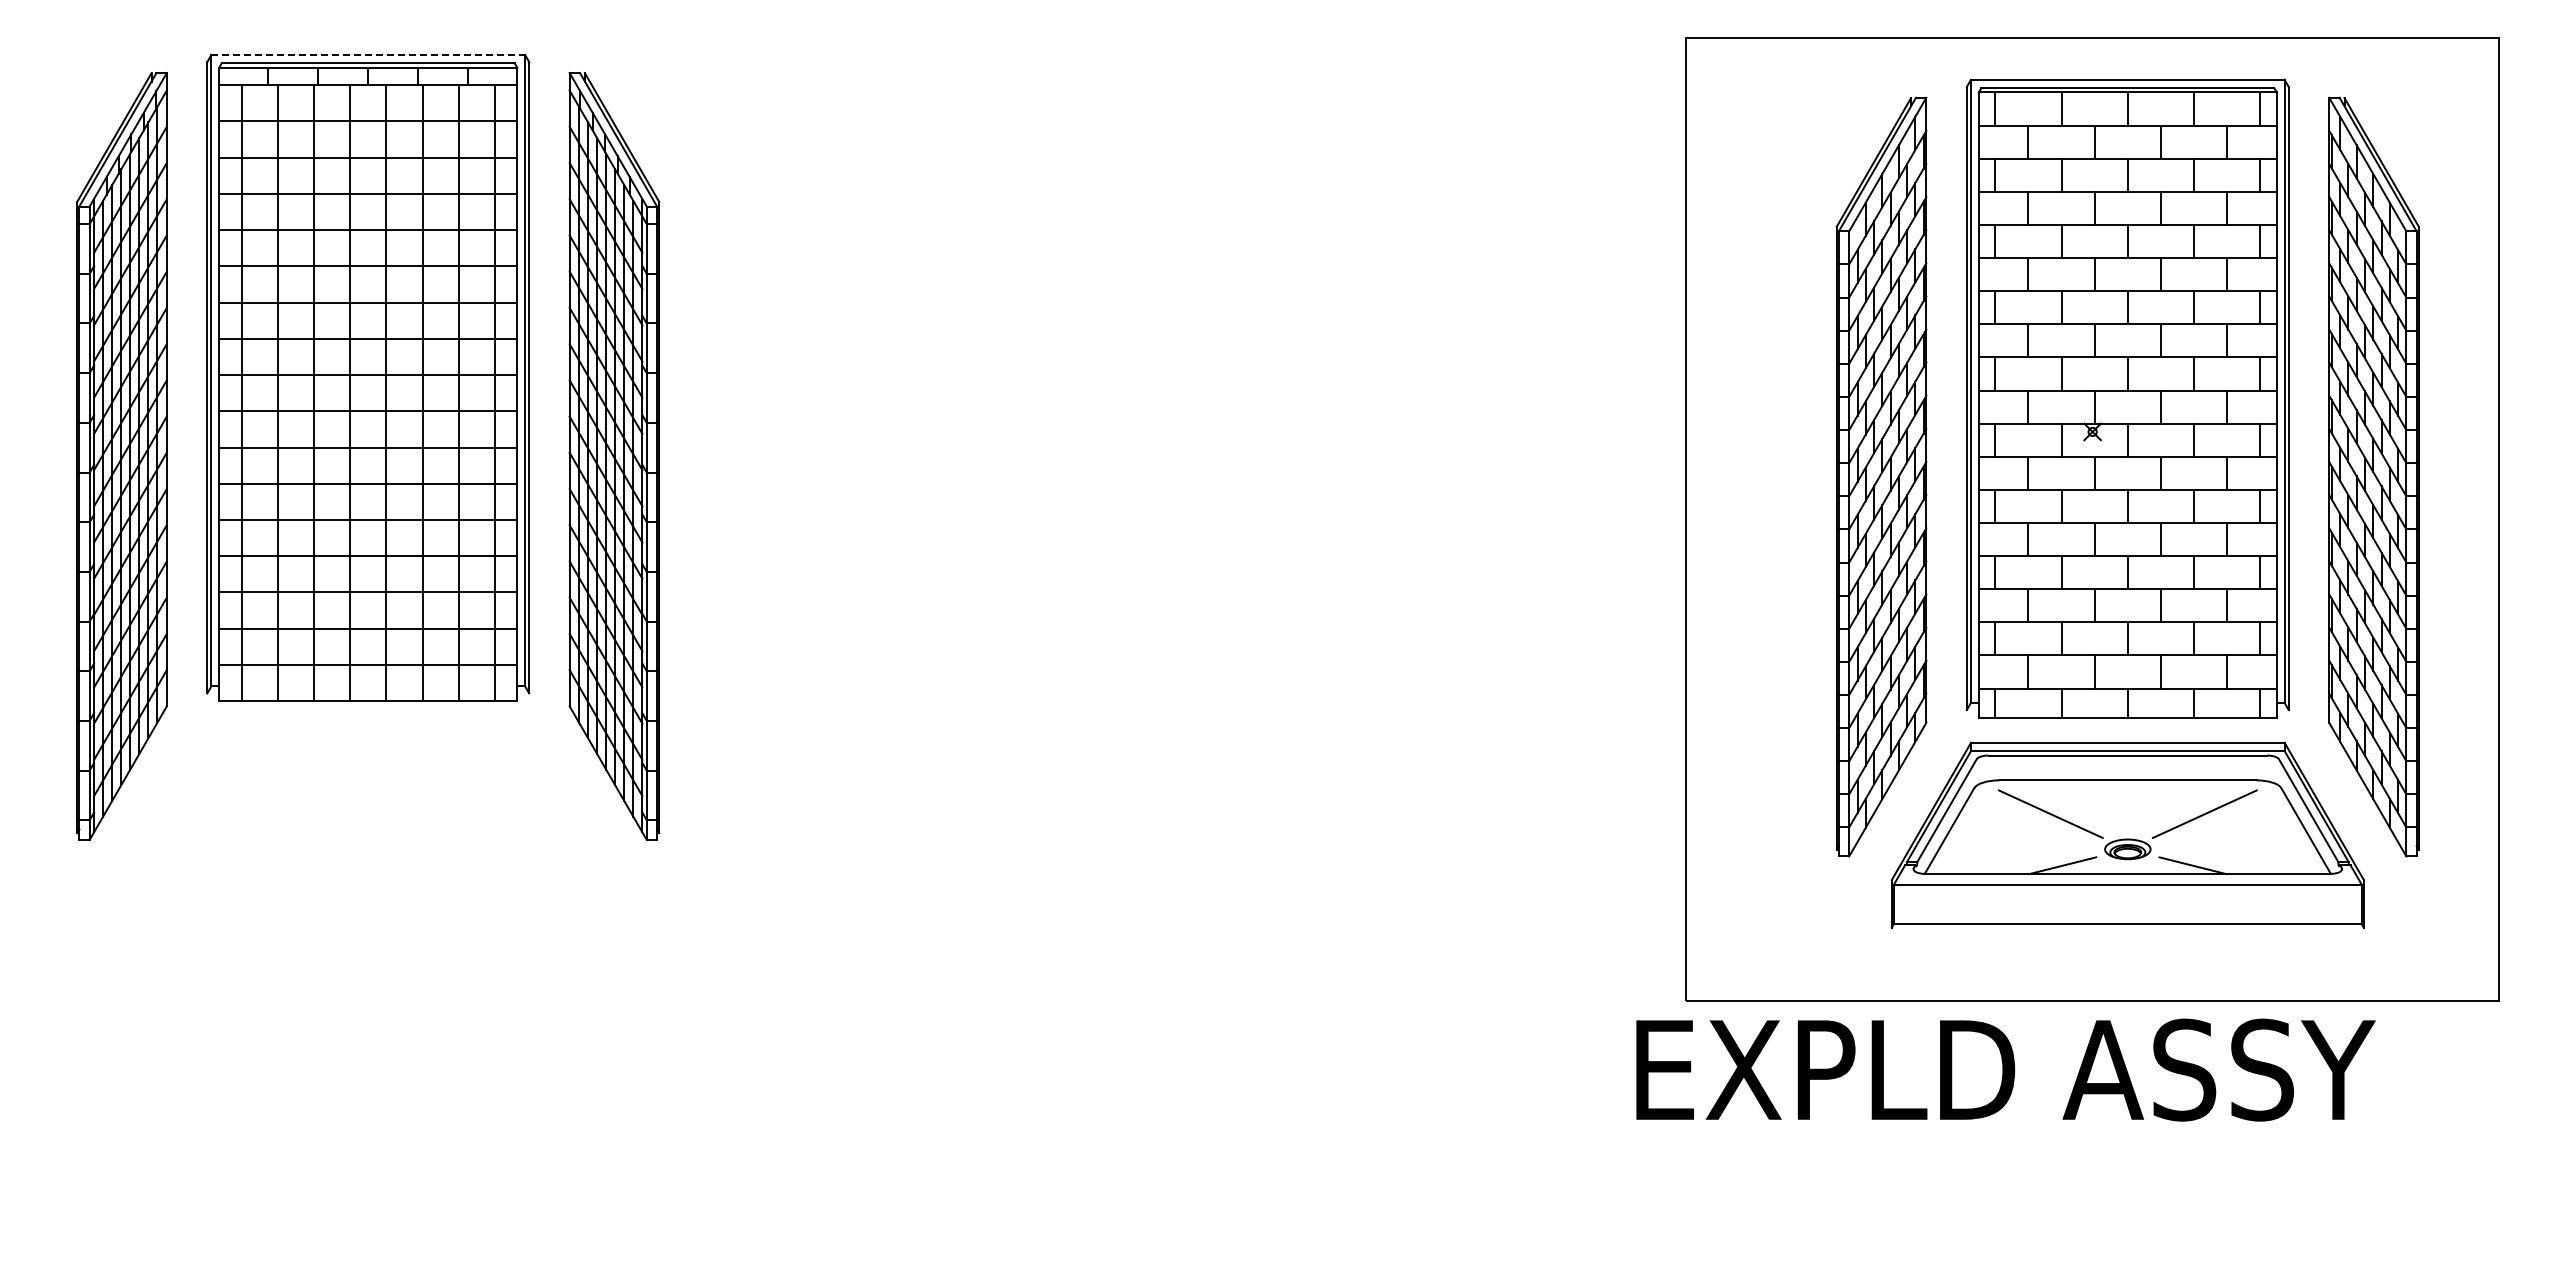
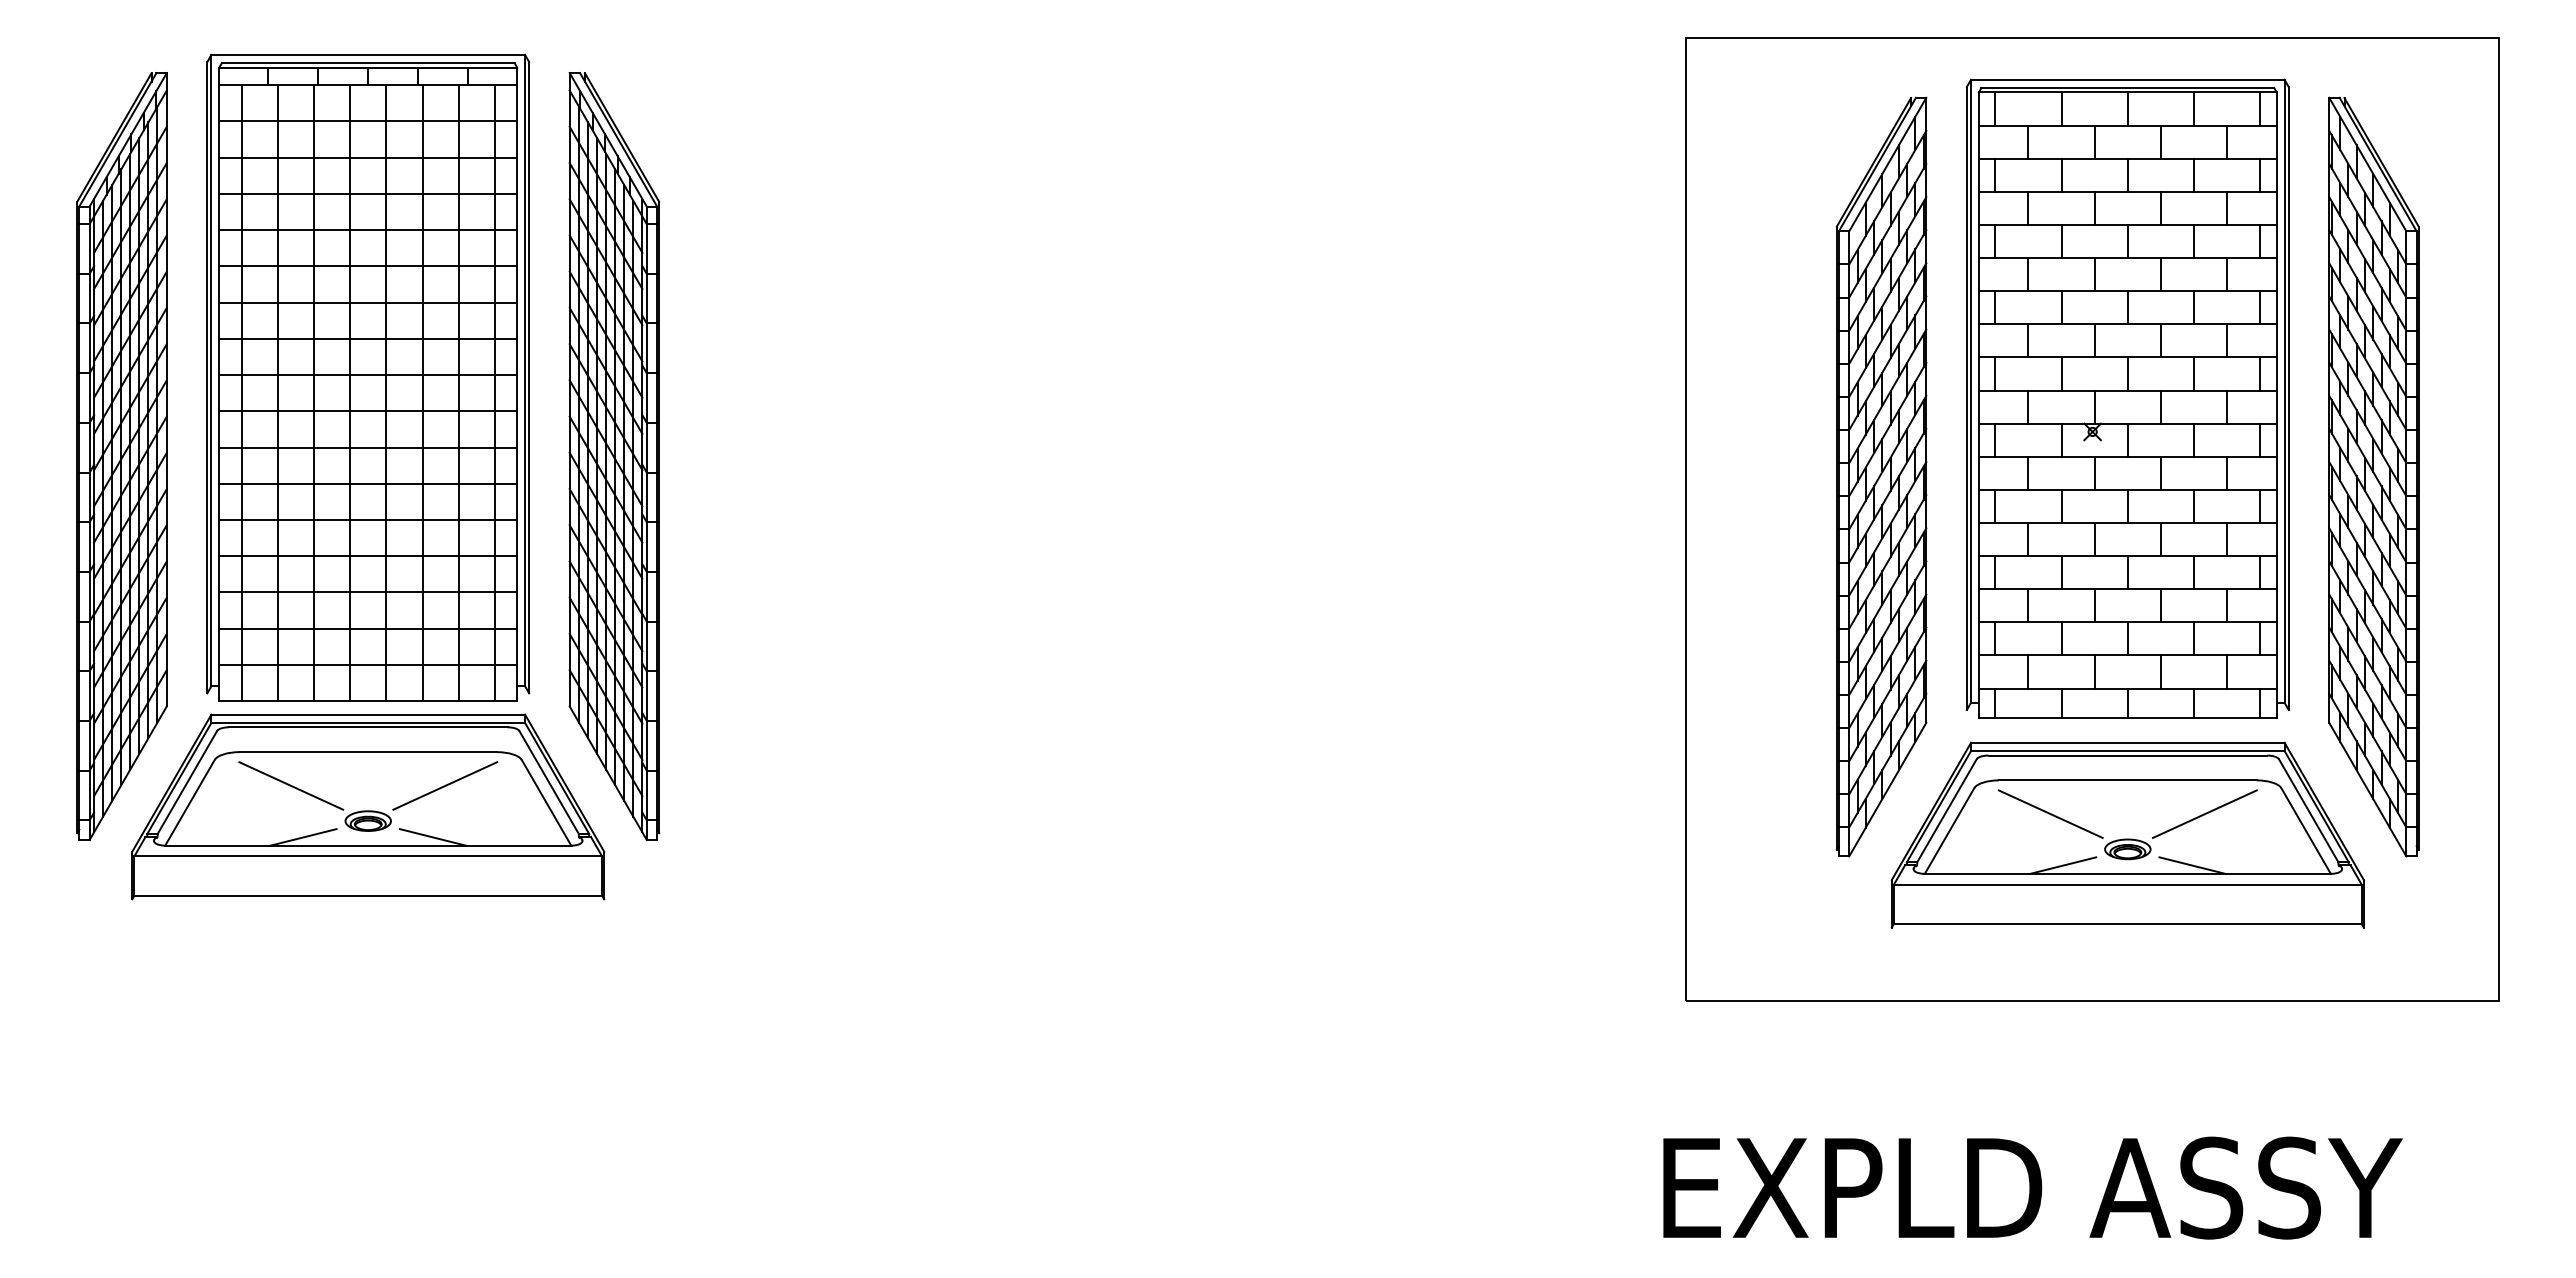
line at (368, 54): dashed -> solid
part at (368, 806): none -> present
text at (2005, 1069) position: (2005, 1069) -> (2032, 1187)
